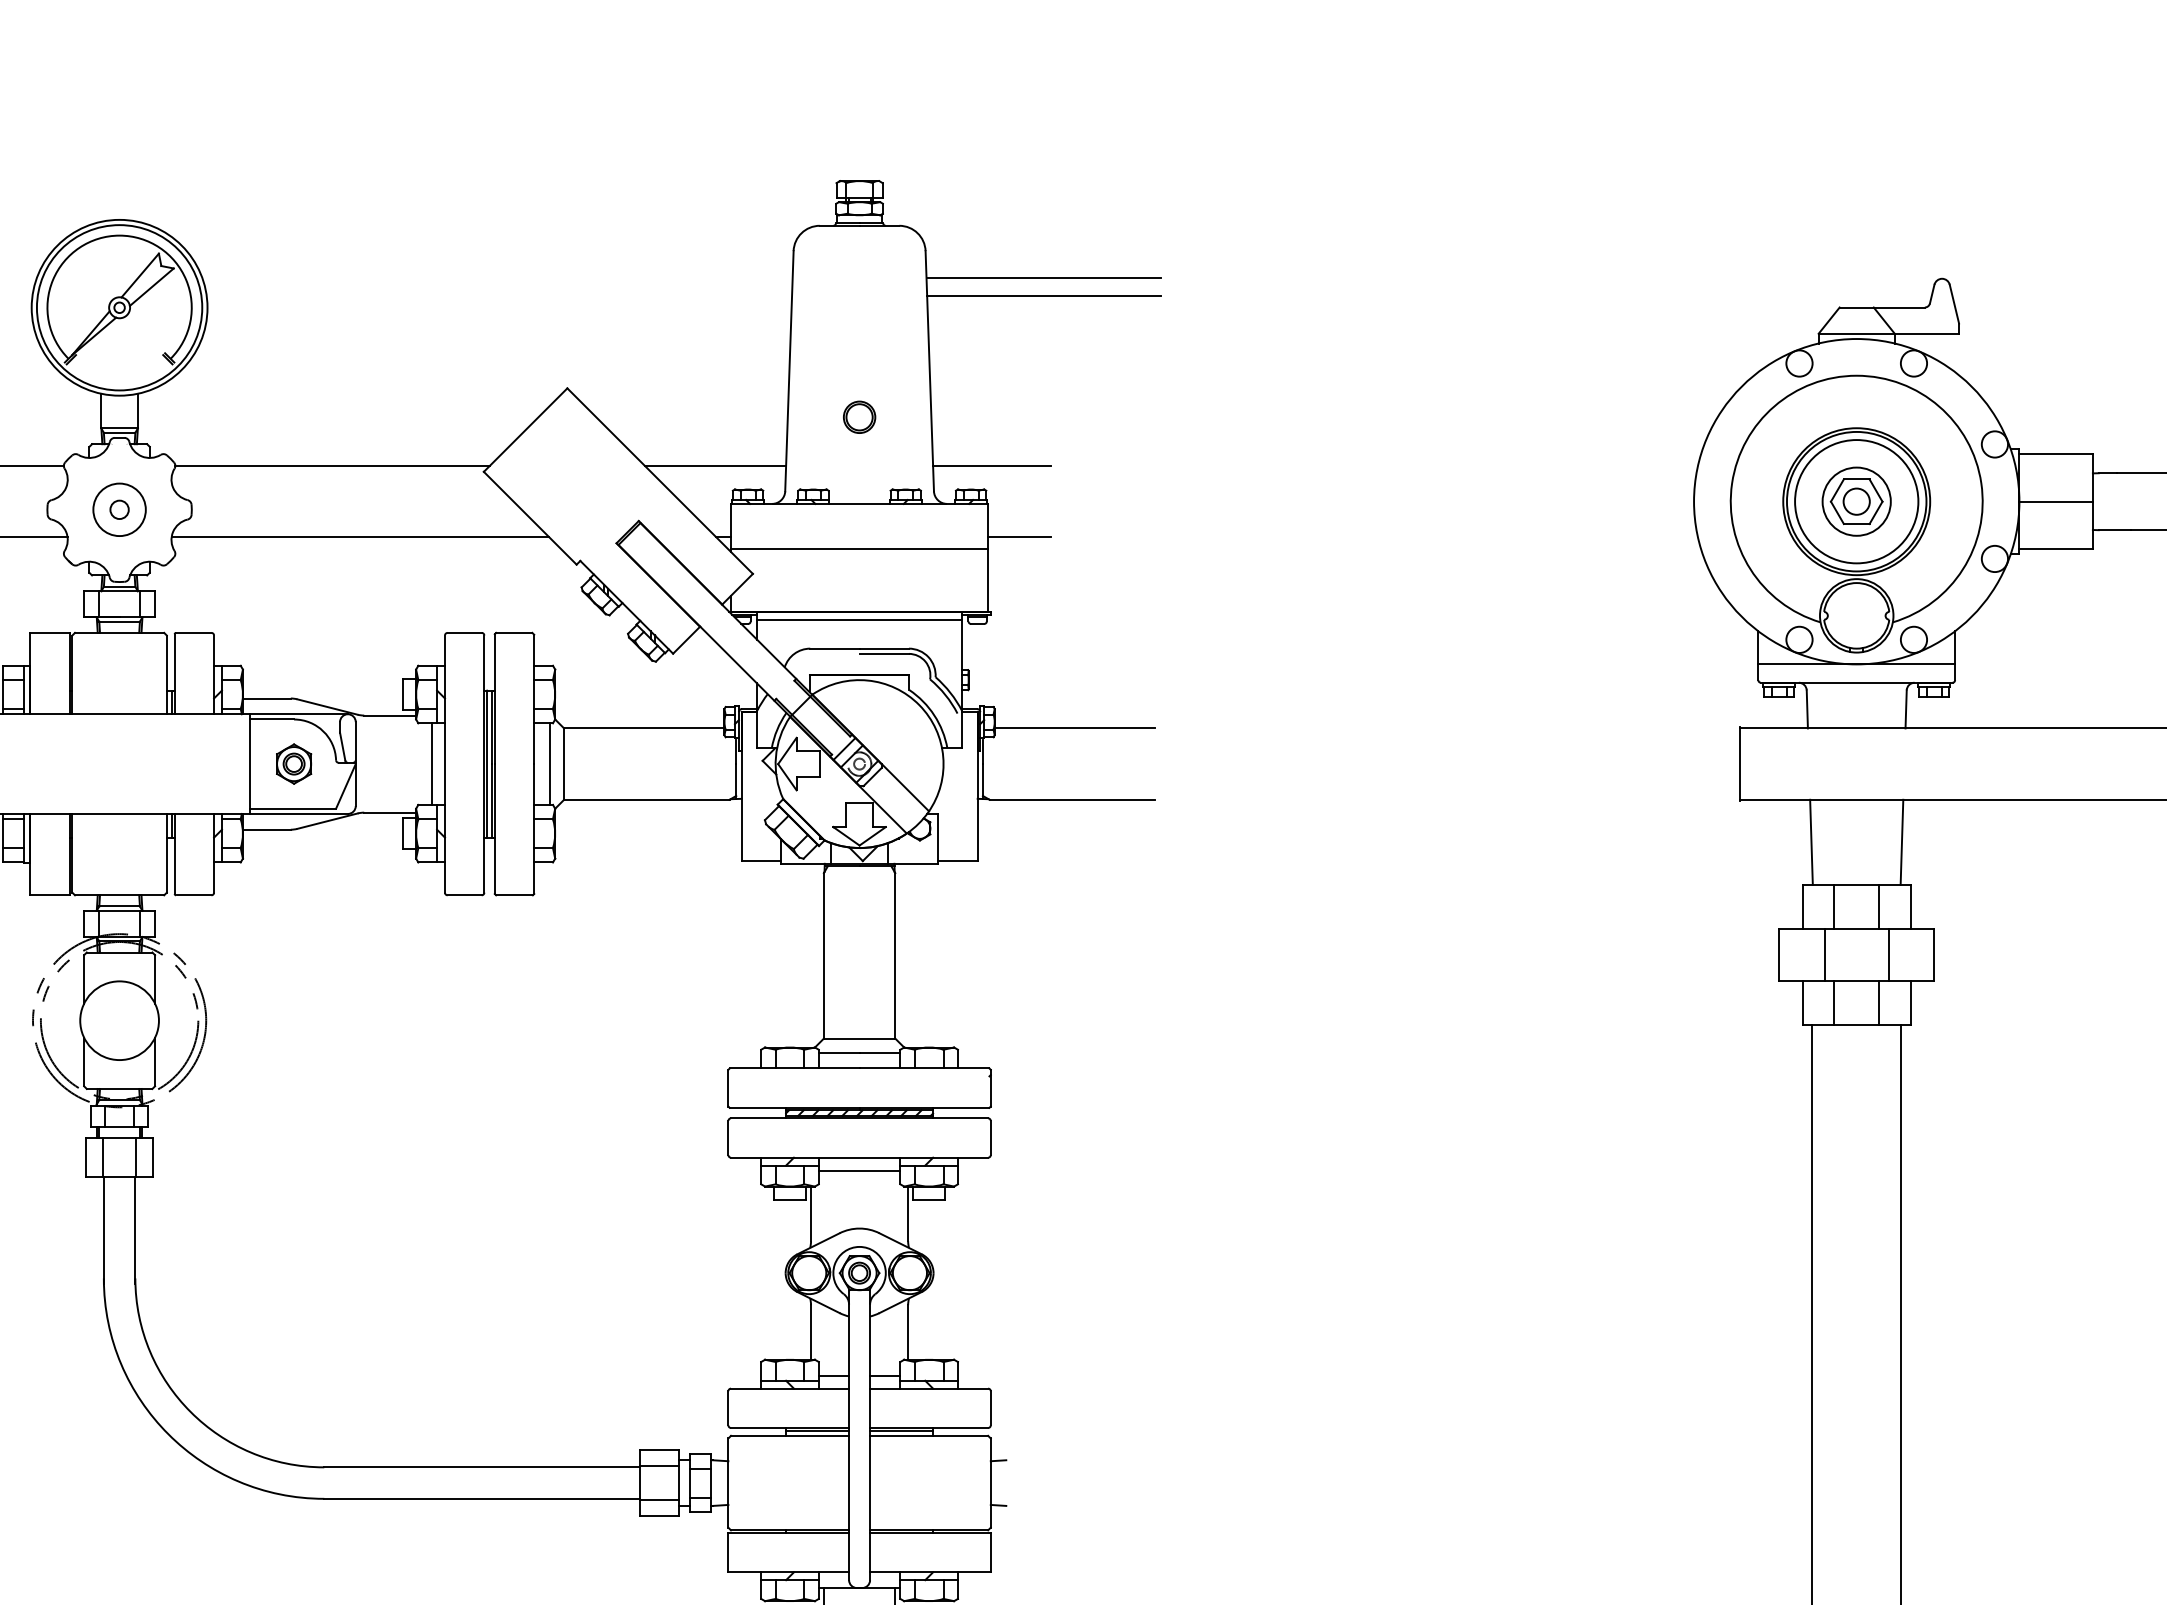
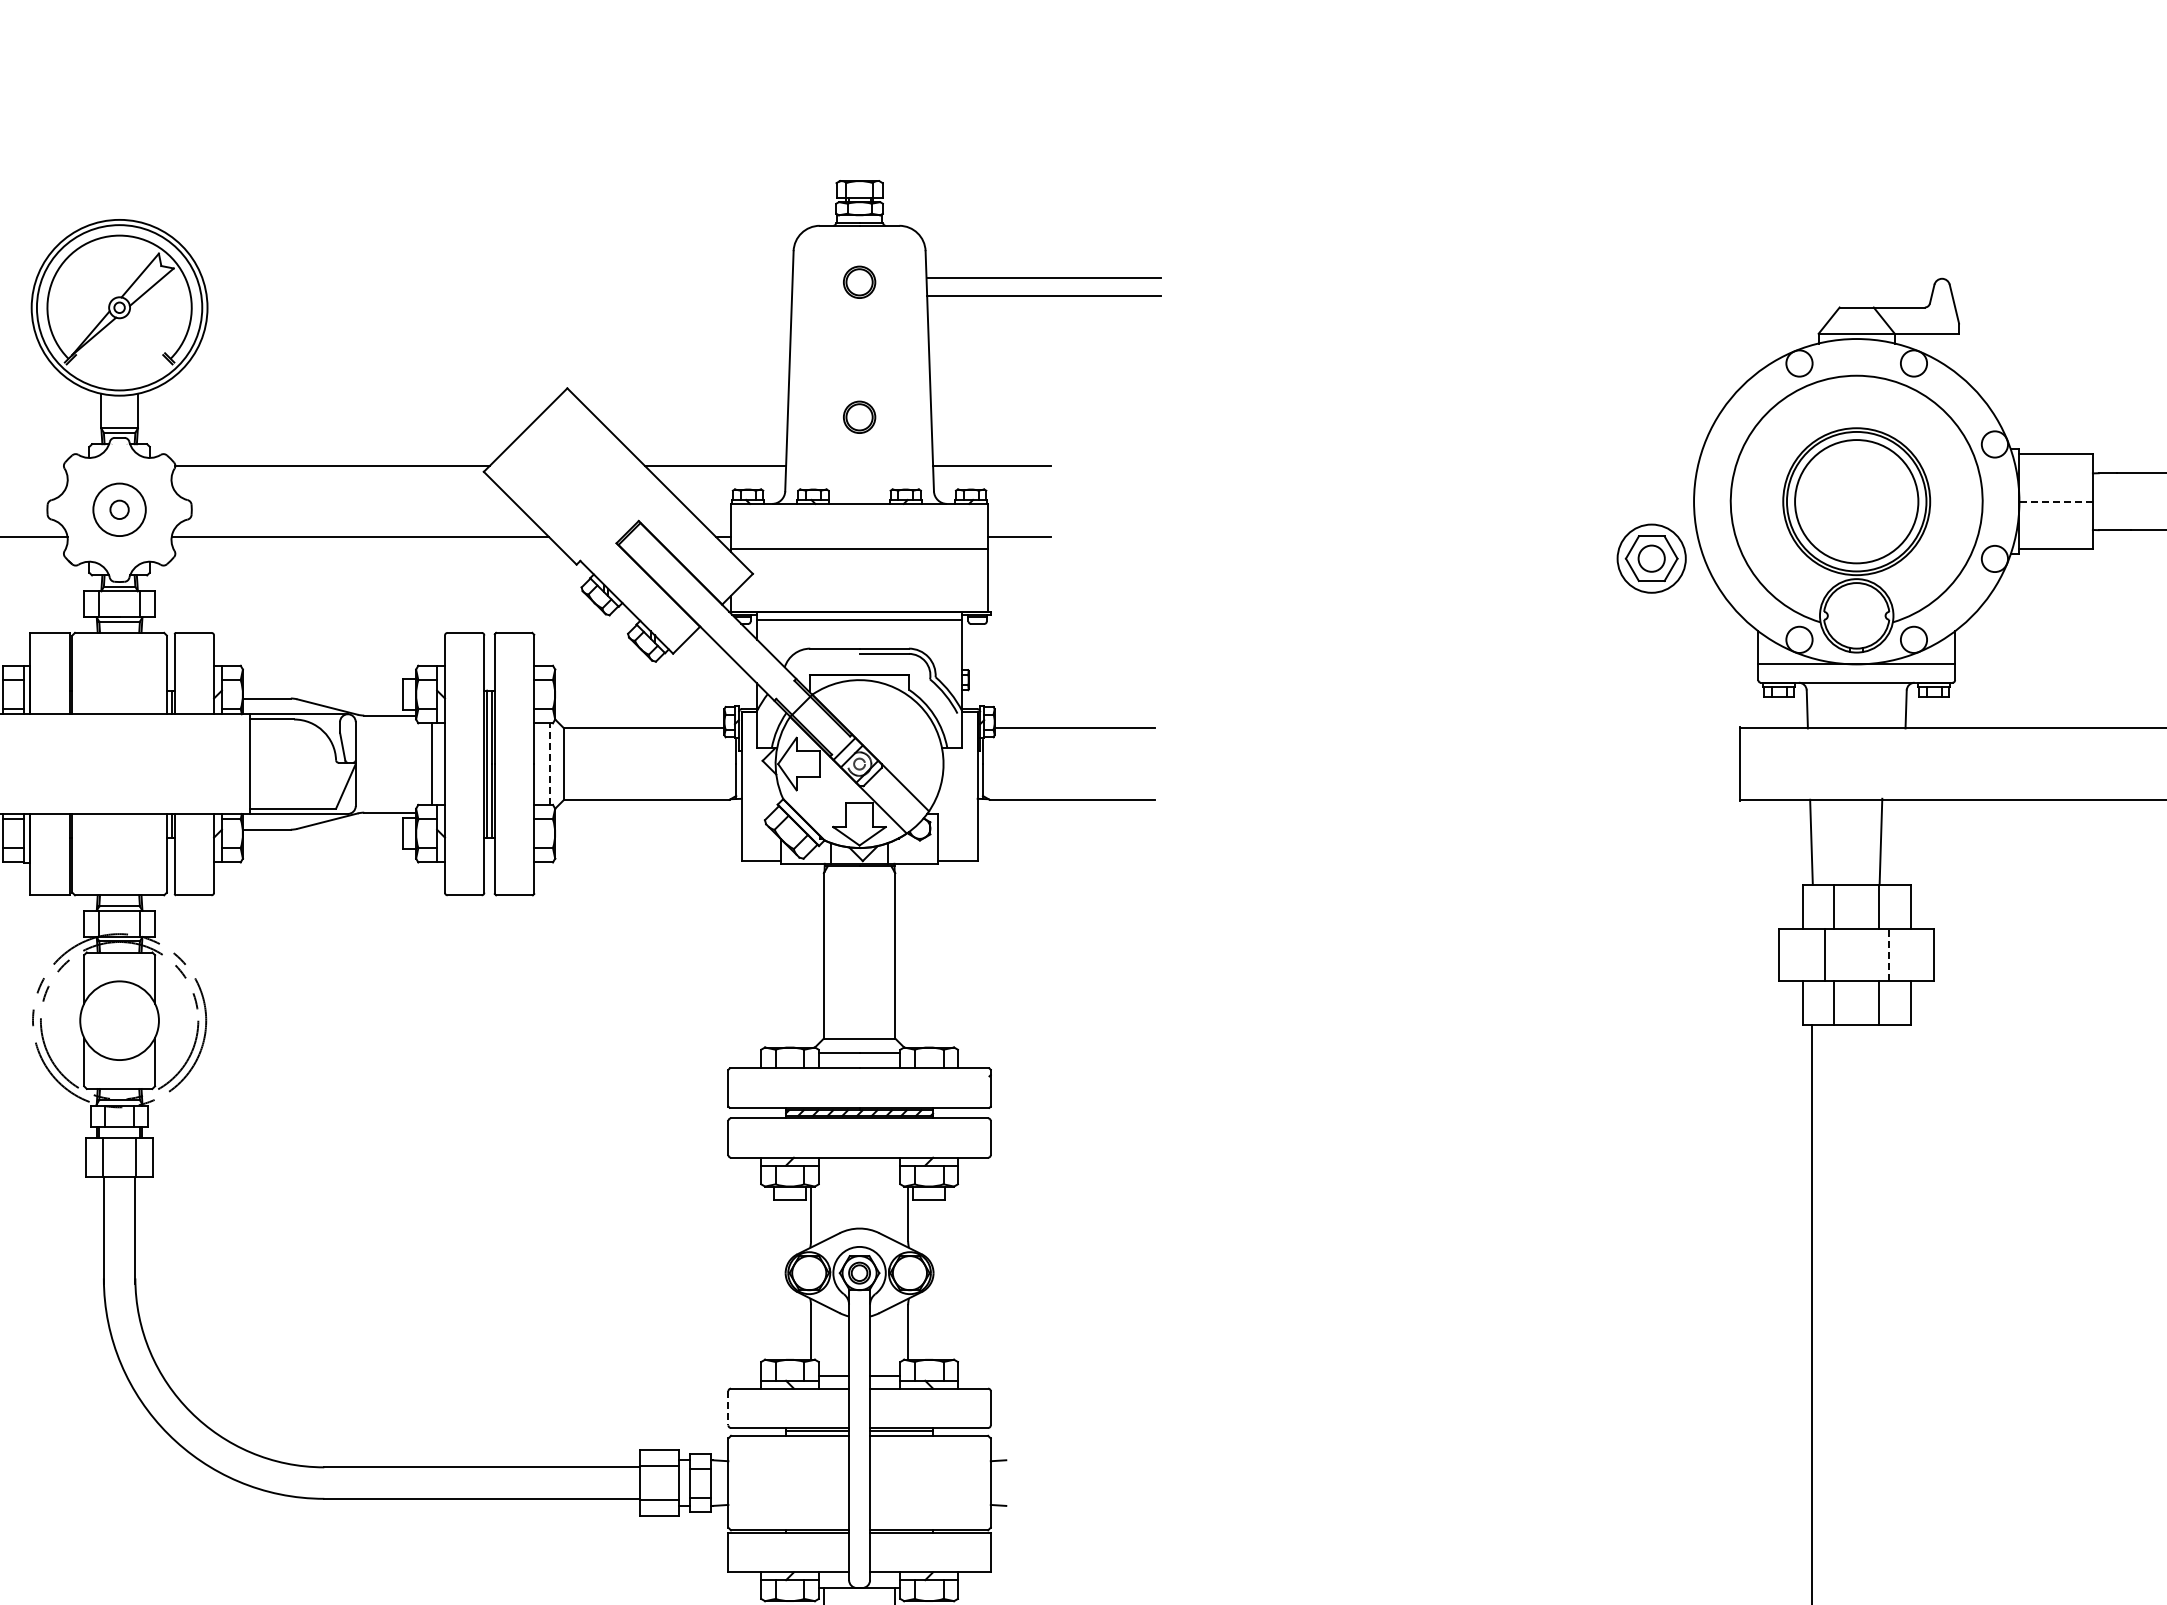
part at (859, 281): none -> present
line at (32, 466): present -> none
part at (1856, 501) position: (1856, 501) -> (1651, 558)
line at (2056, 501): solid -> dashed
part at (294, 763): present -> none
line at (549, 764): solid -> dashed
line at (1901, 841) position: (1901, 841) -> (1880, 840)
line at (1888, 954): solid -> dashed
line at (859, 1170): present -> none
line at (1901, 1313): present -> none
line at (728, 1408): solid -> dashed
